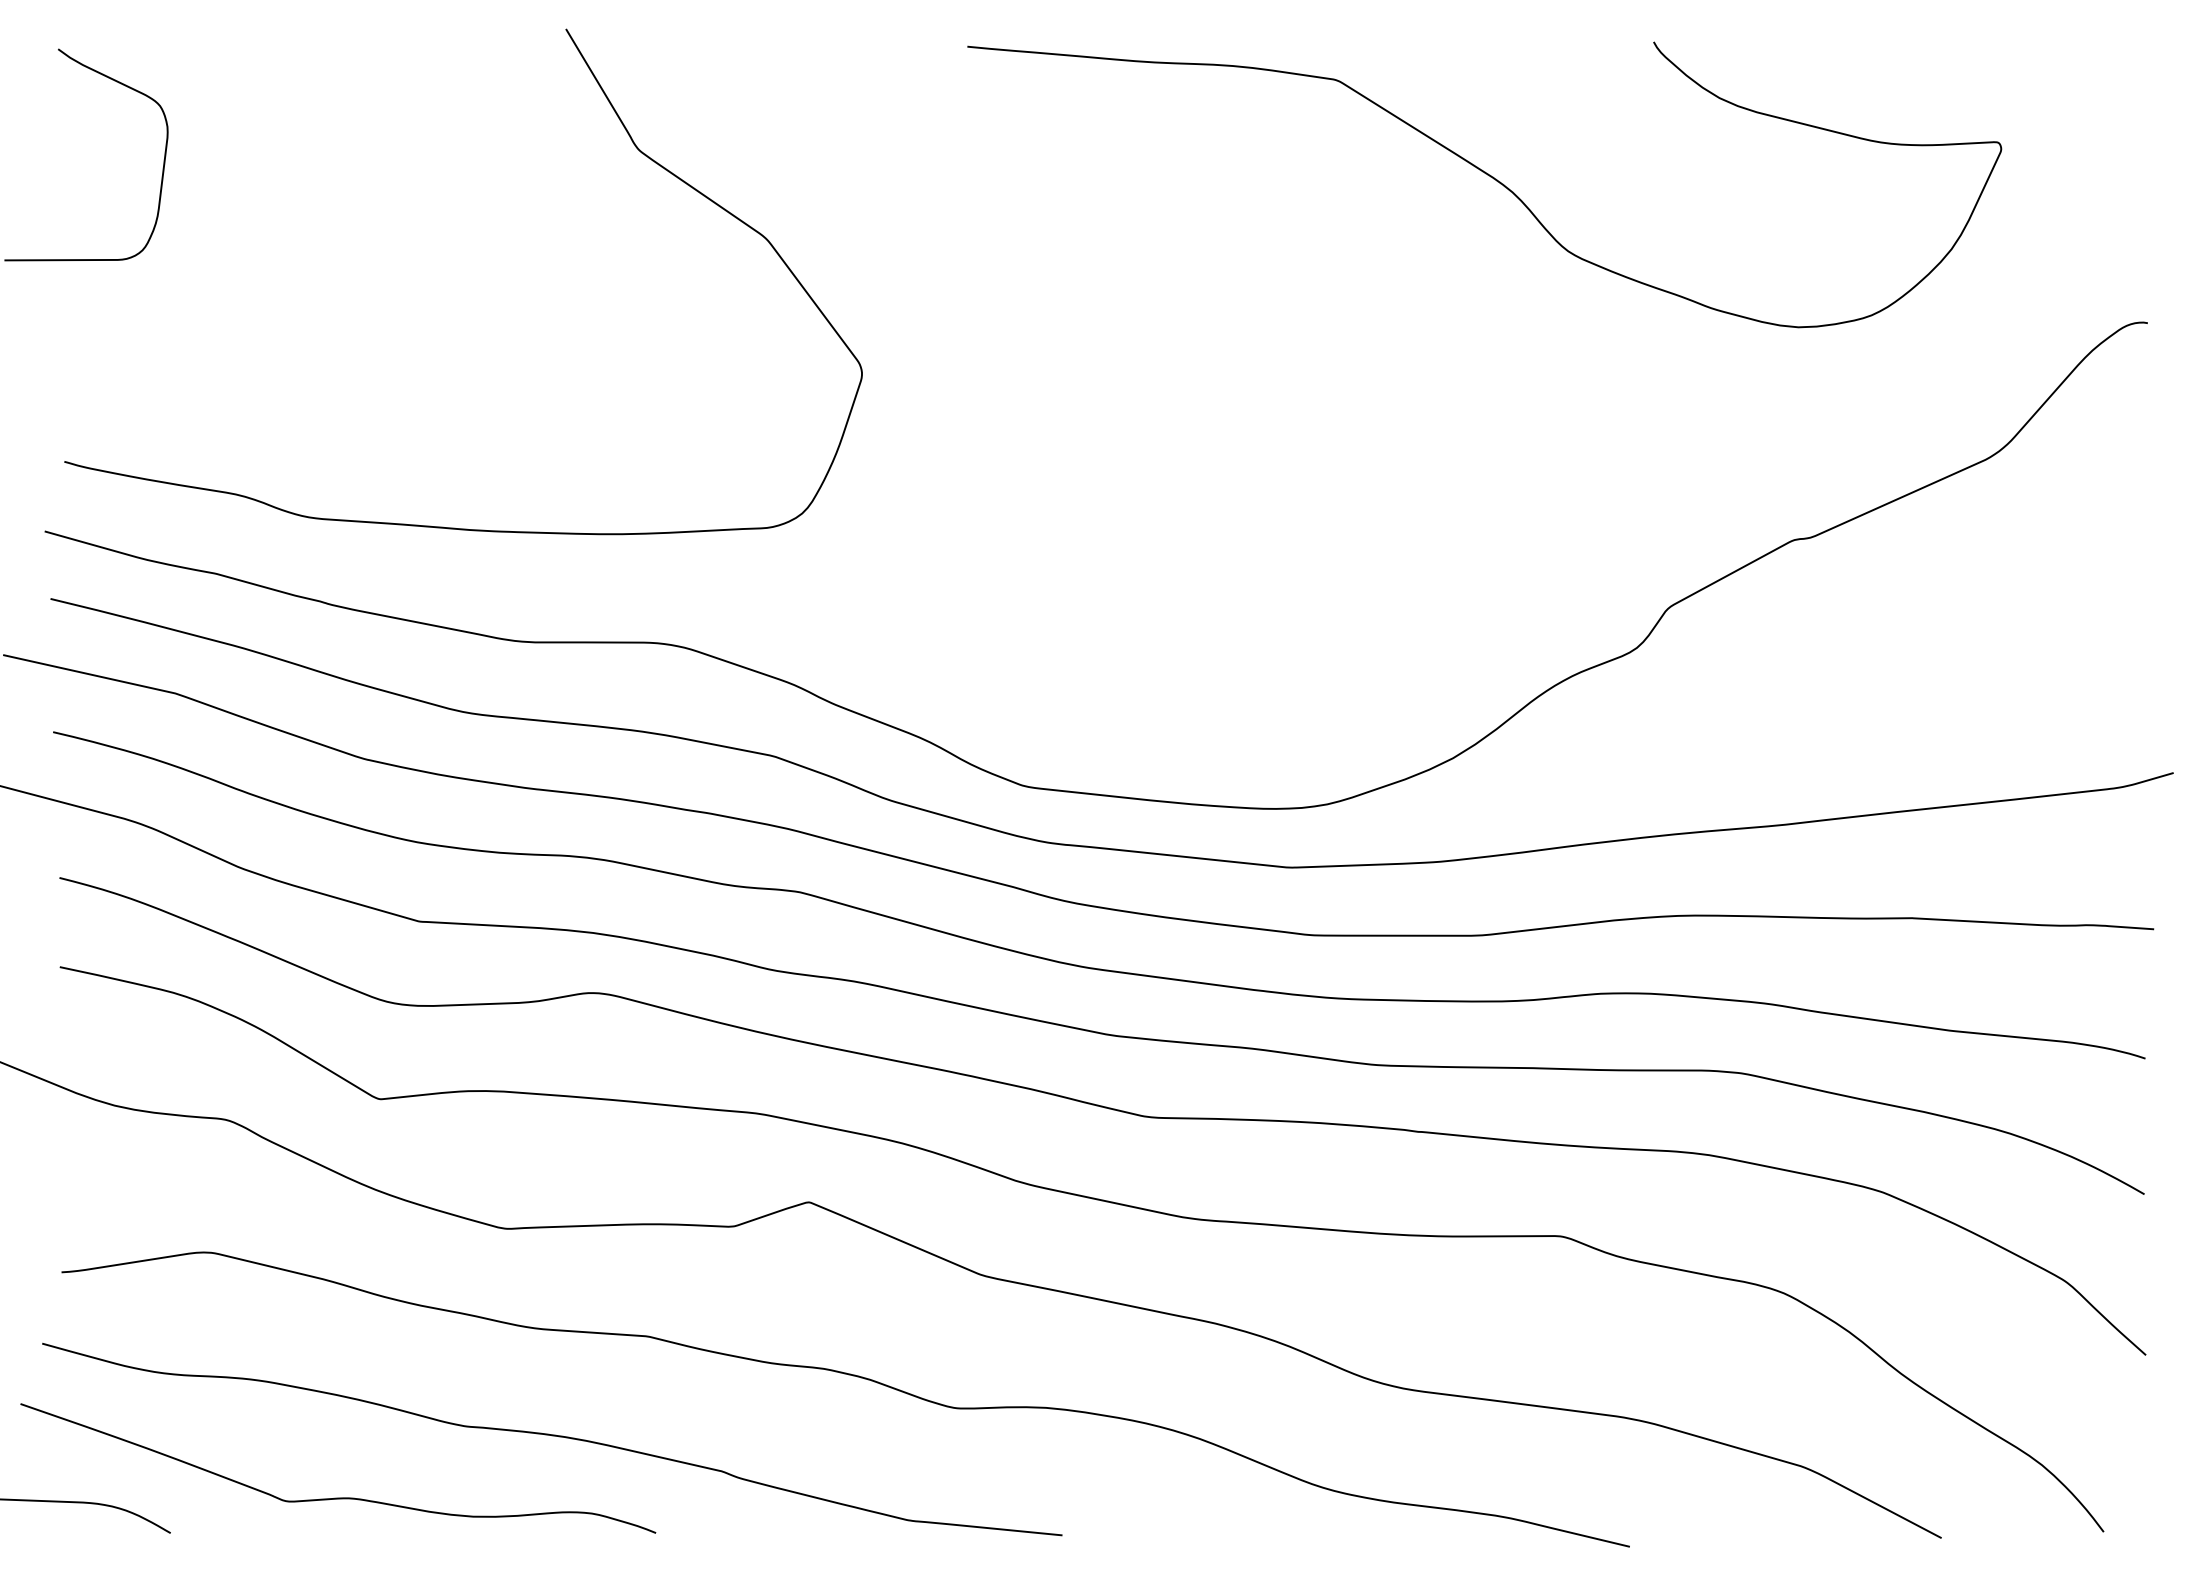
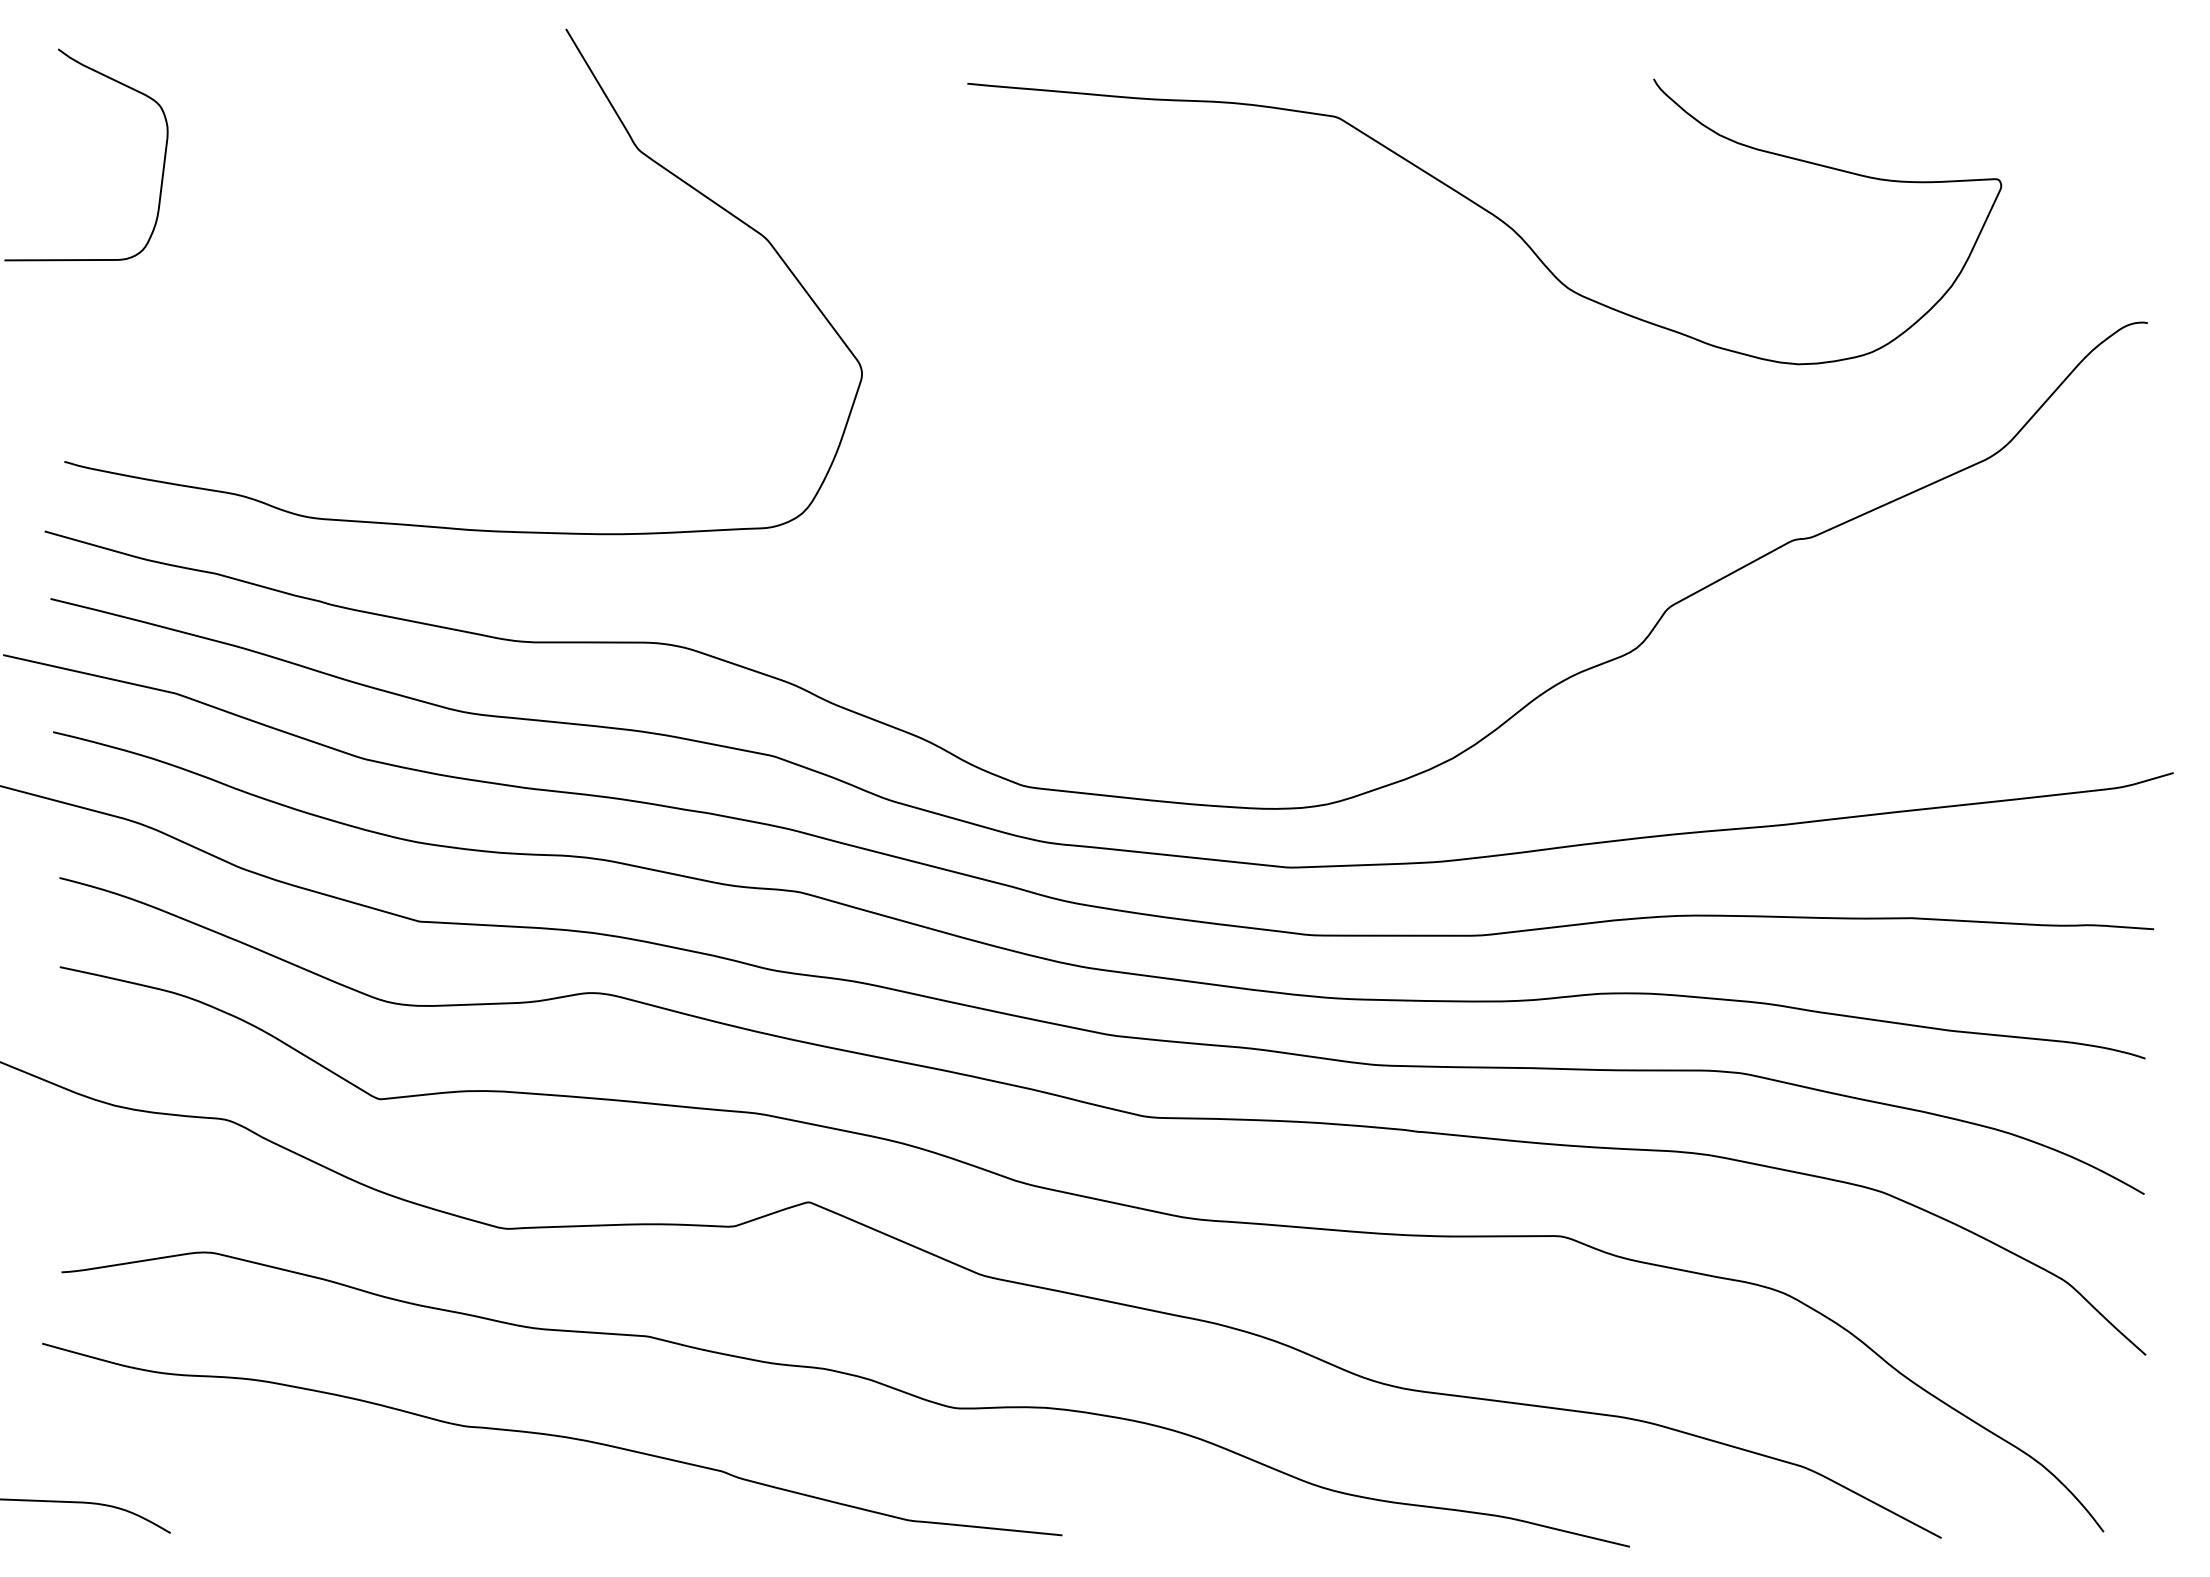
curve at (1490, 177) position: (1490, 177) -> (1490, 214)
curve at (338, 1497): present -> none
